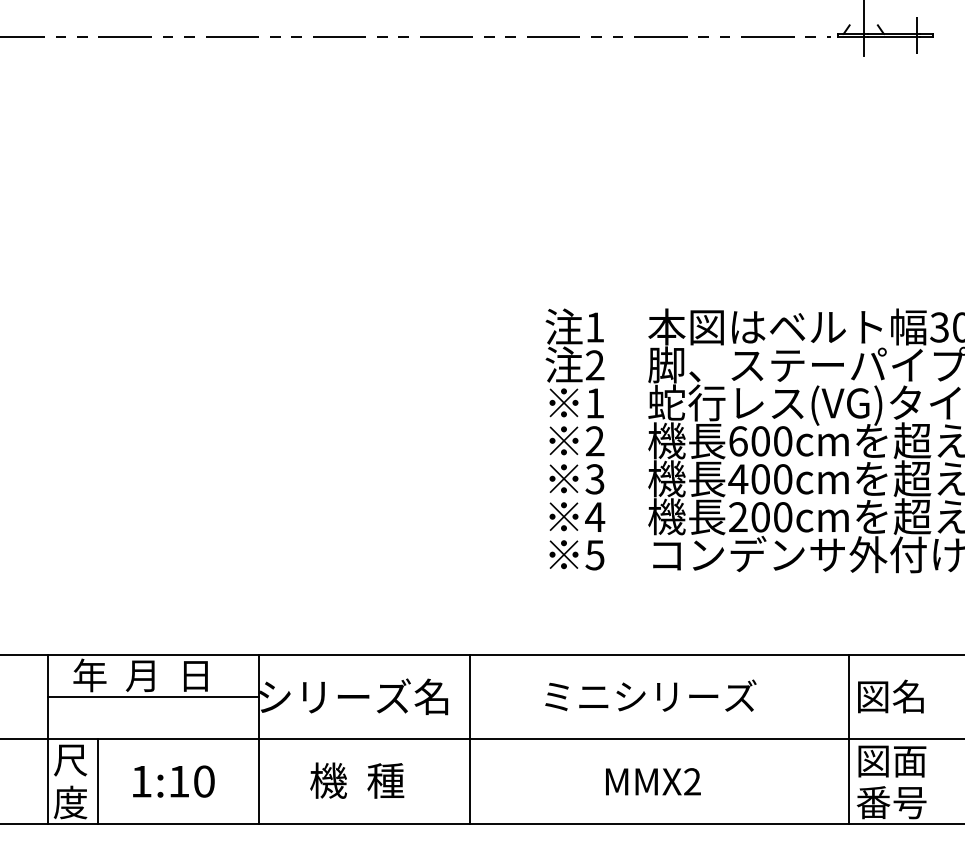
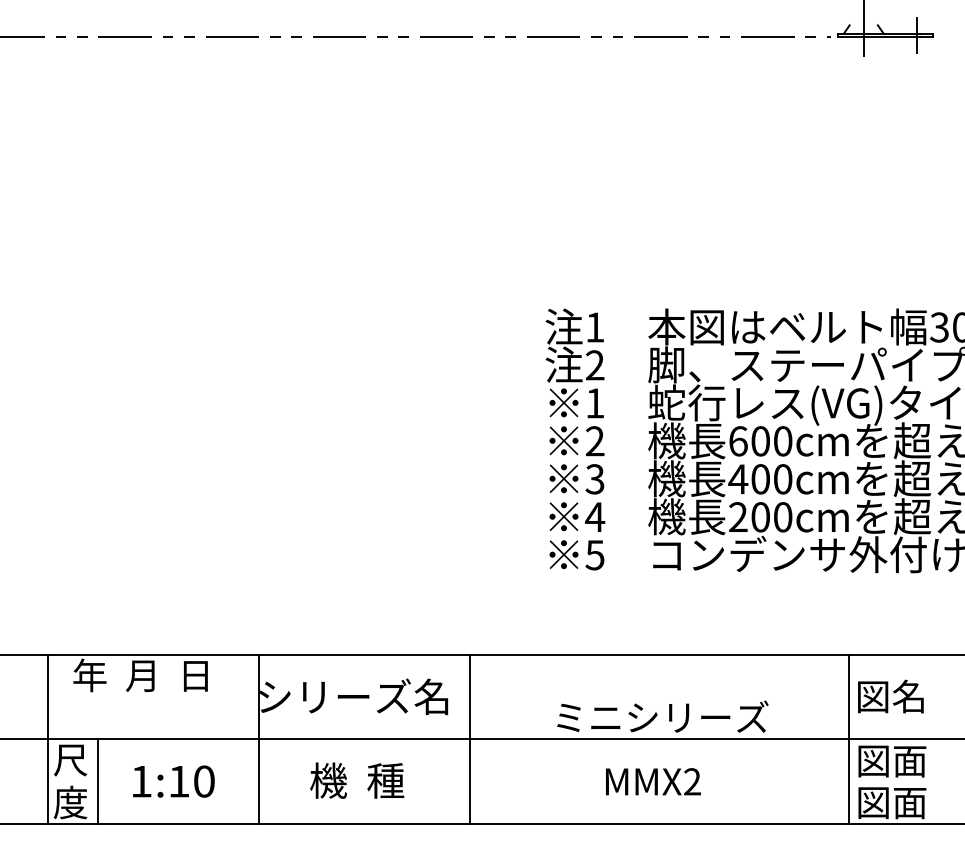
text at (650, 695) position: (650, 695) -> (662, 716)
line at (152, 697): present -> none
text at (891, 802): 番号 -> 図面
